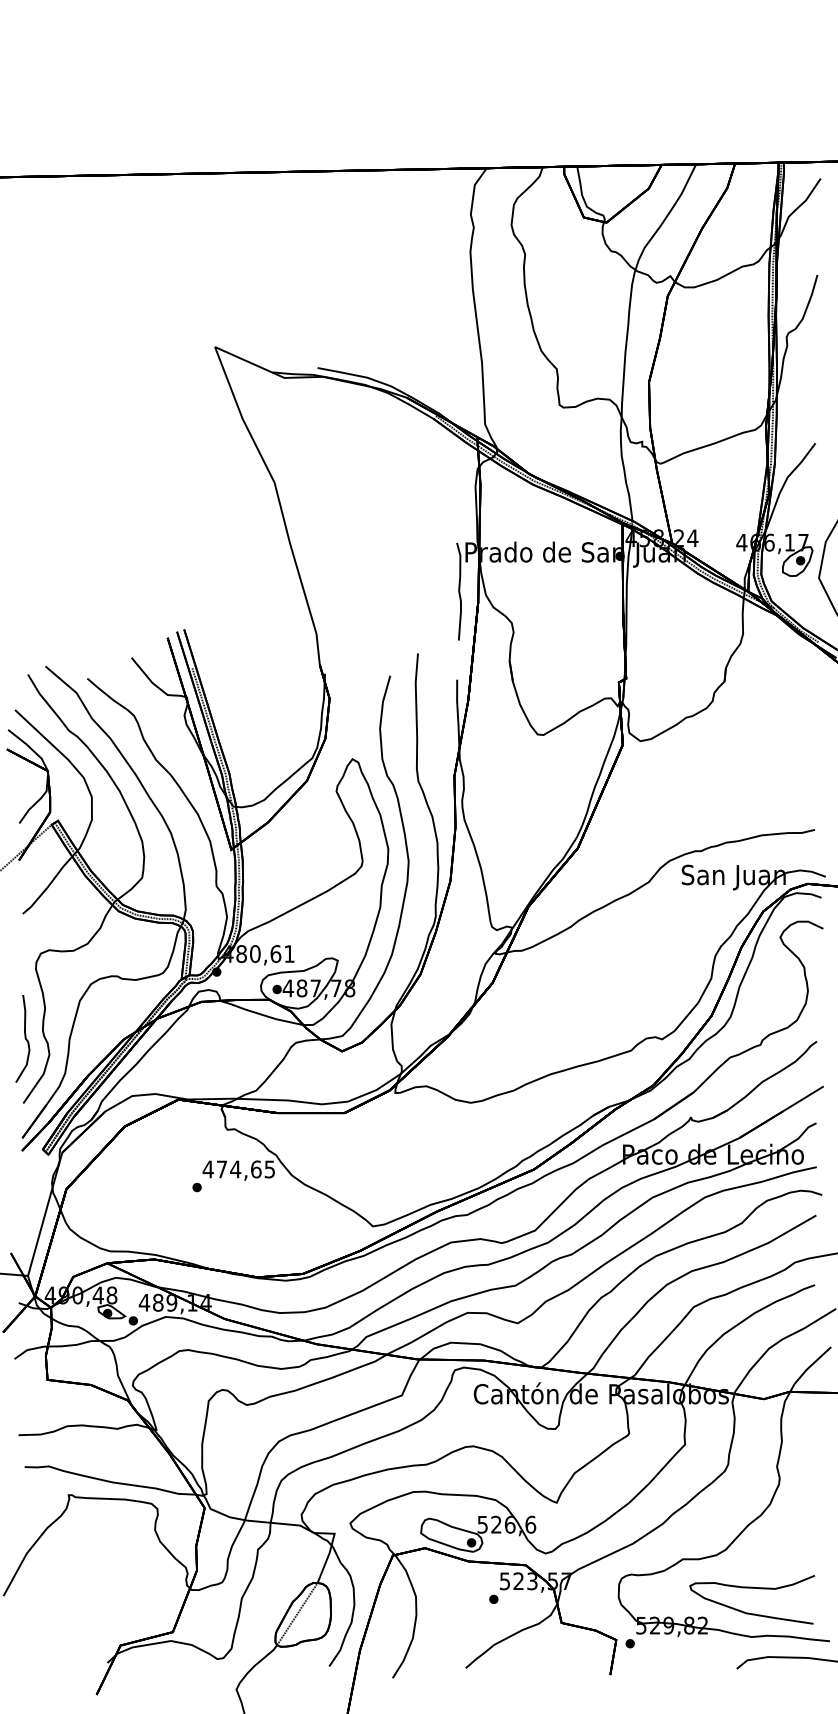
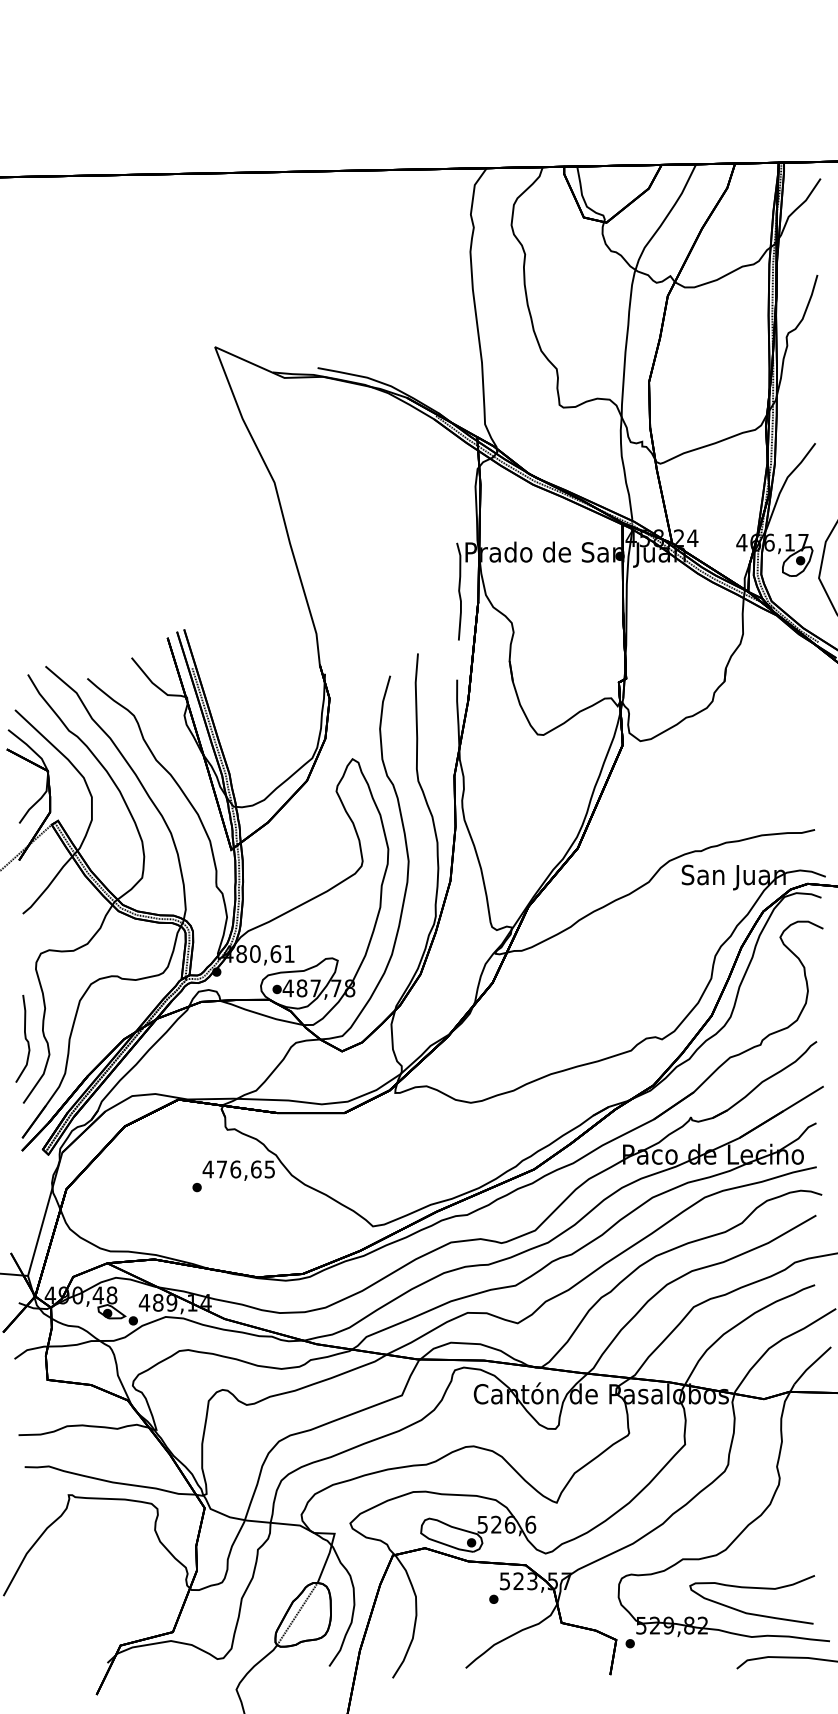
text at (235, 1169): 474,65 -> 476,65
